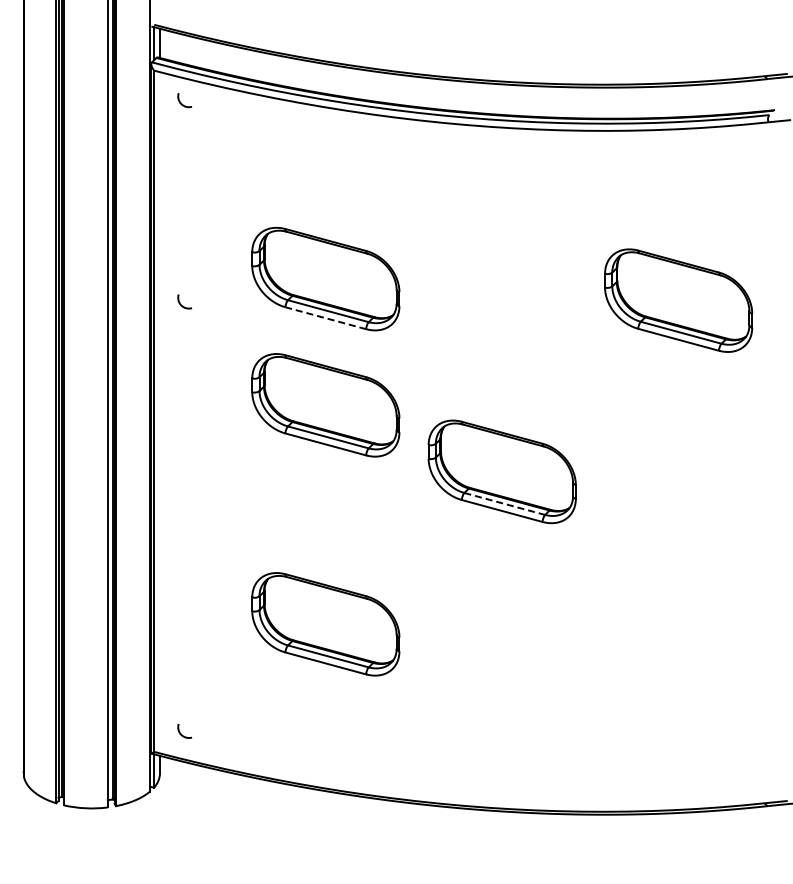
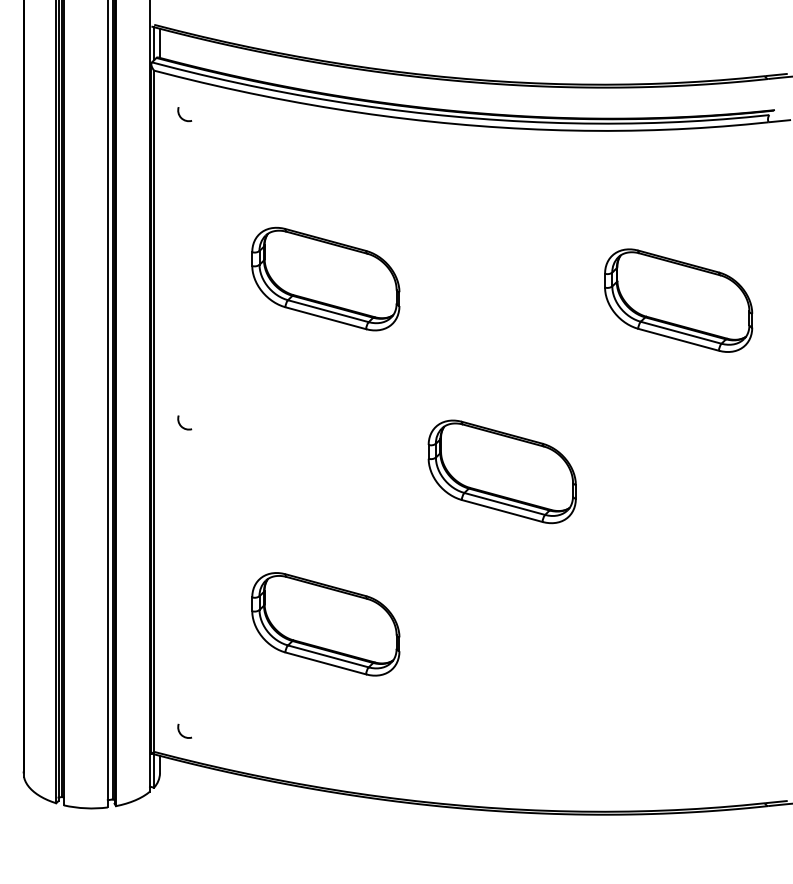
arc at (181, 102) position: (181, 102) -> (181, 116)
arc at (180, 302) position: (180, 302) -> (180, 423)
line at (325, 318): dashed -> solid
part at (325, 405): present -> none
line at (504, 503): dashed -> solid
